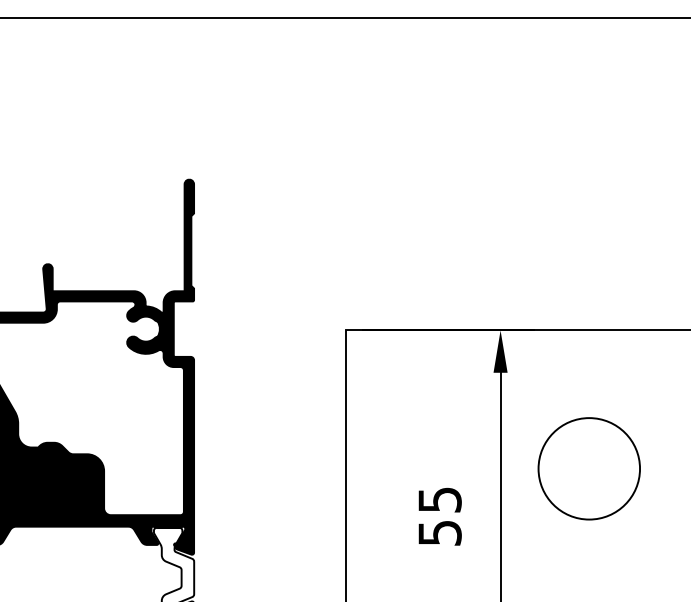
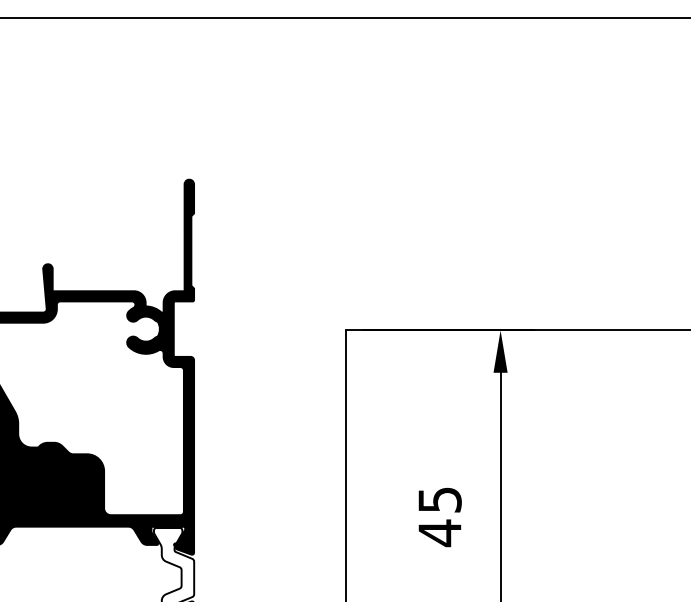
circle at (588, 468): present -> none
text at (439, 533): 55 -> 45
